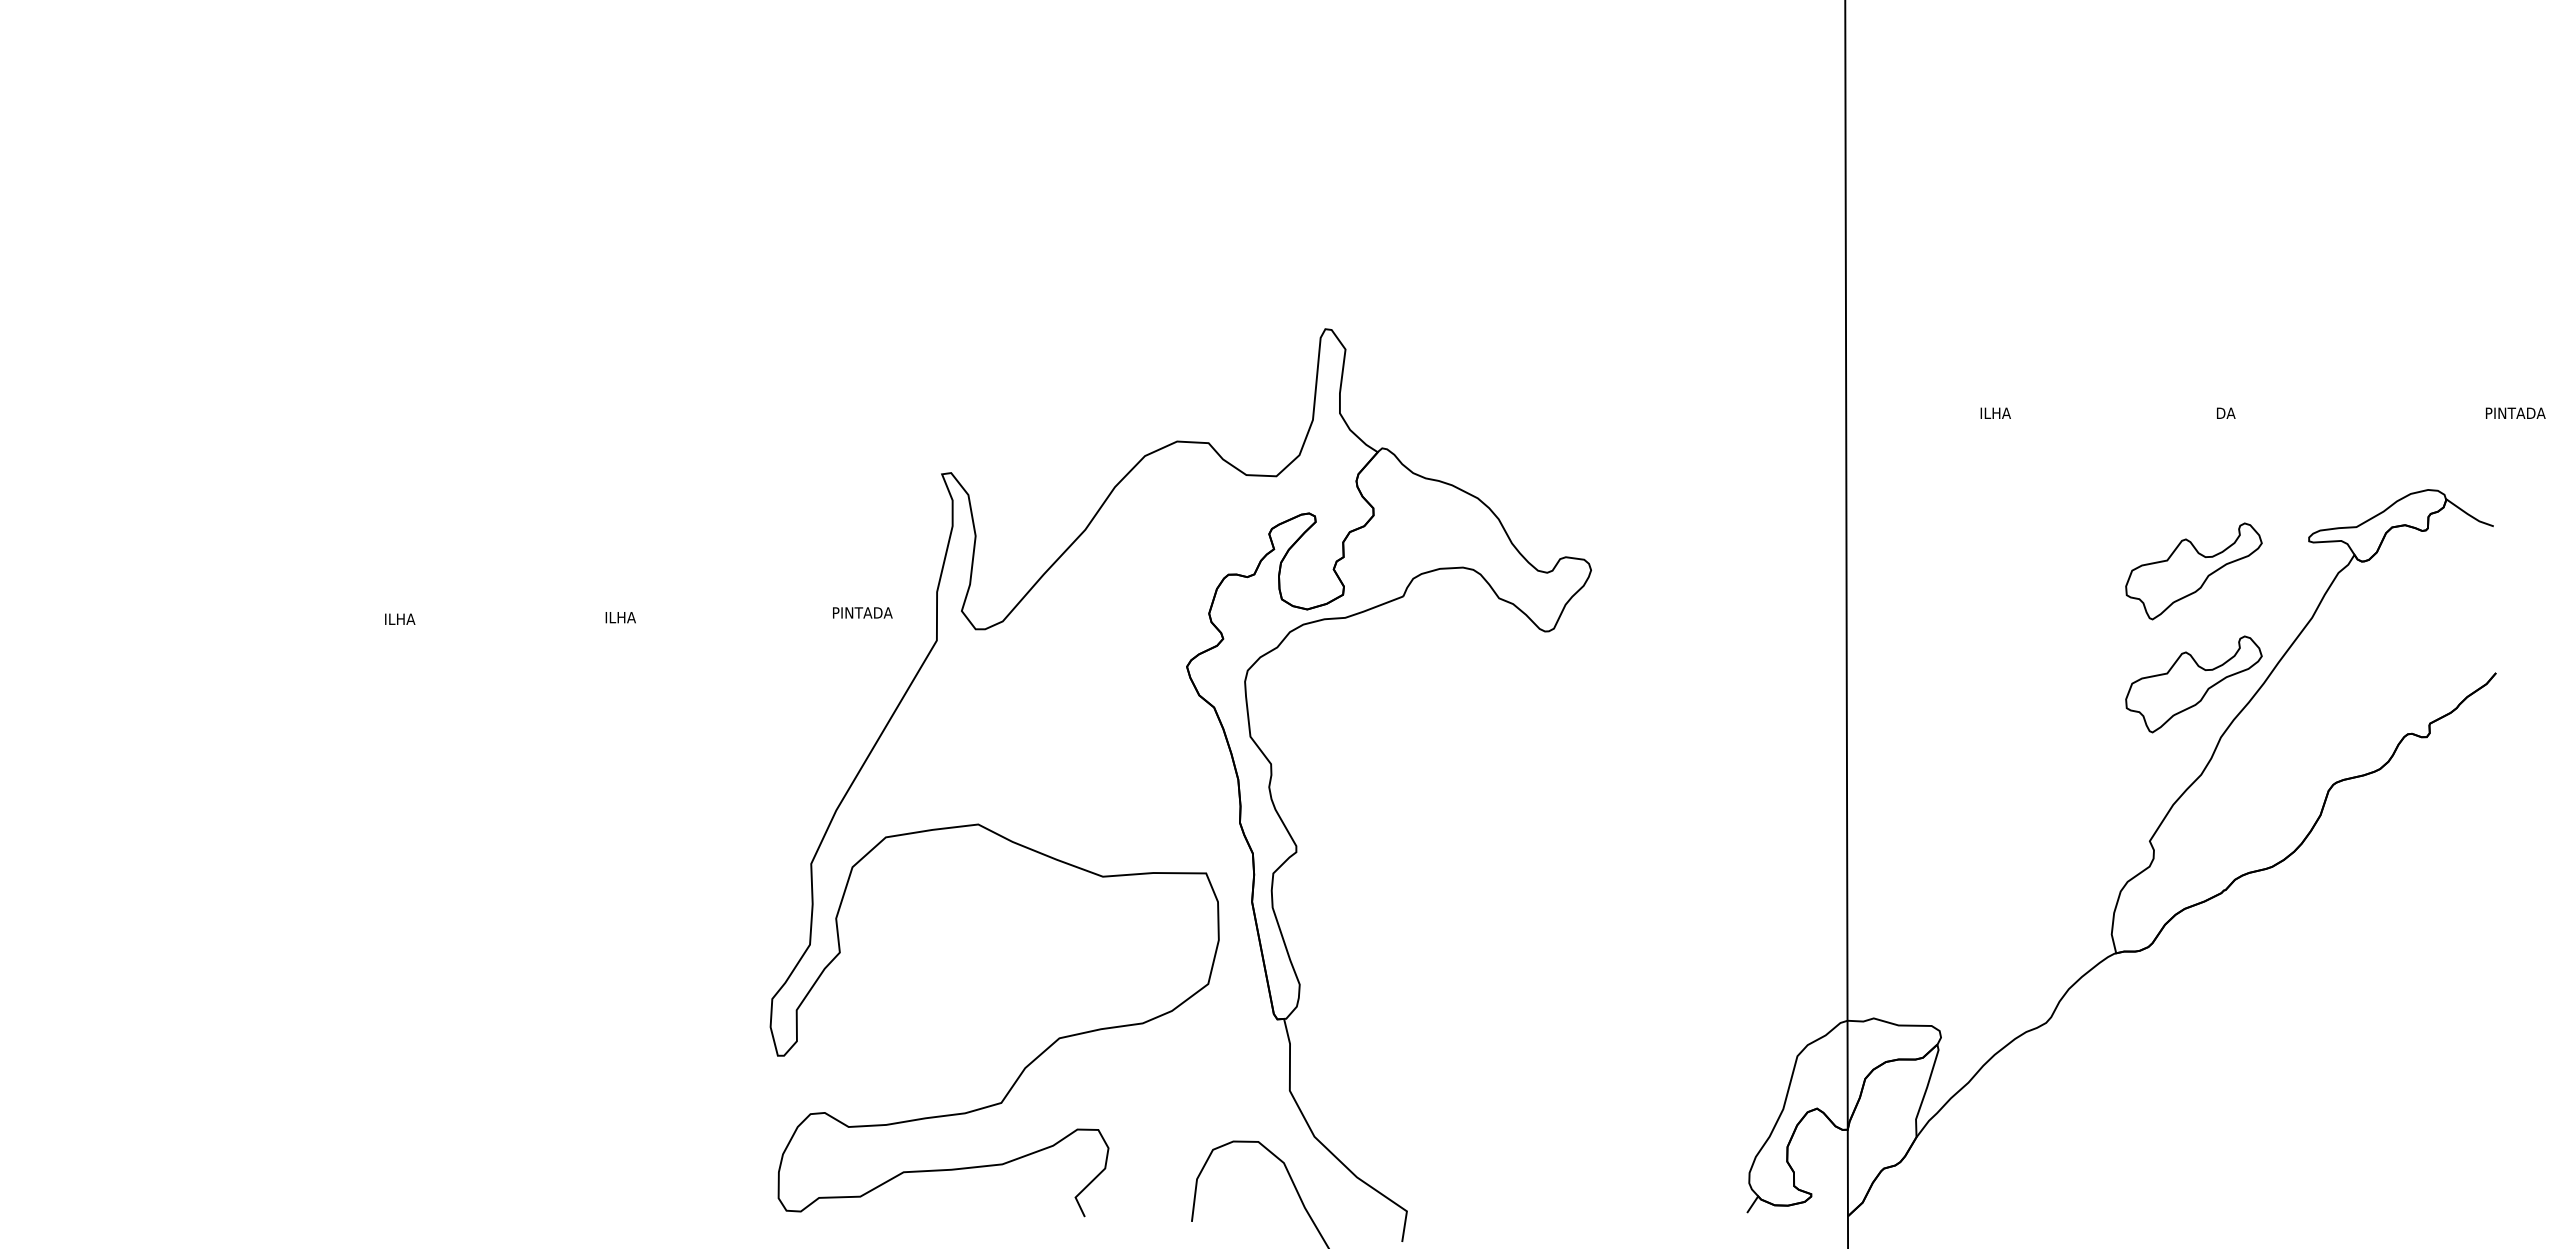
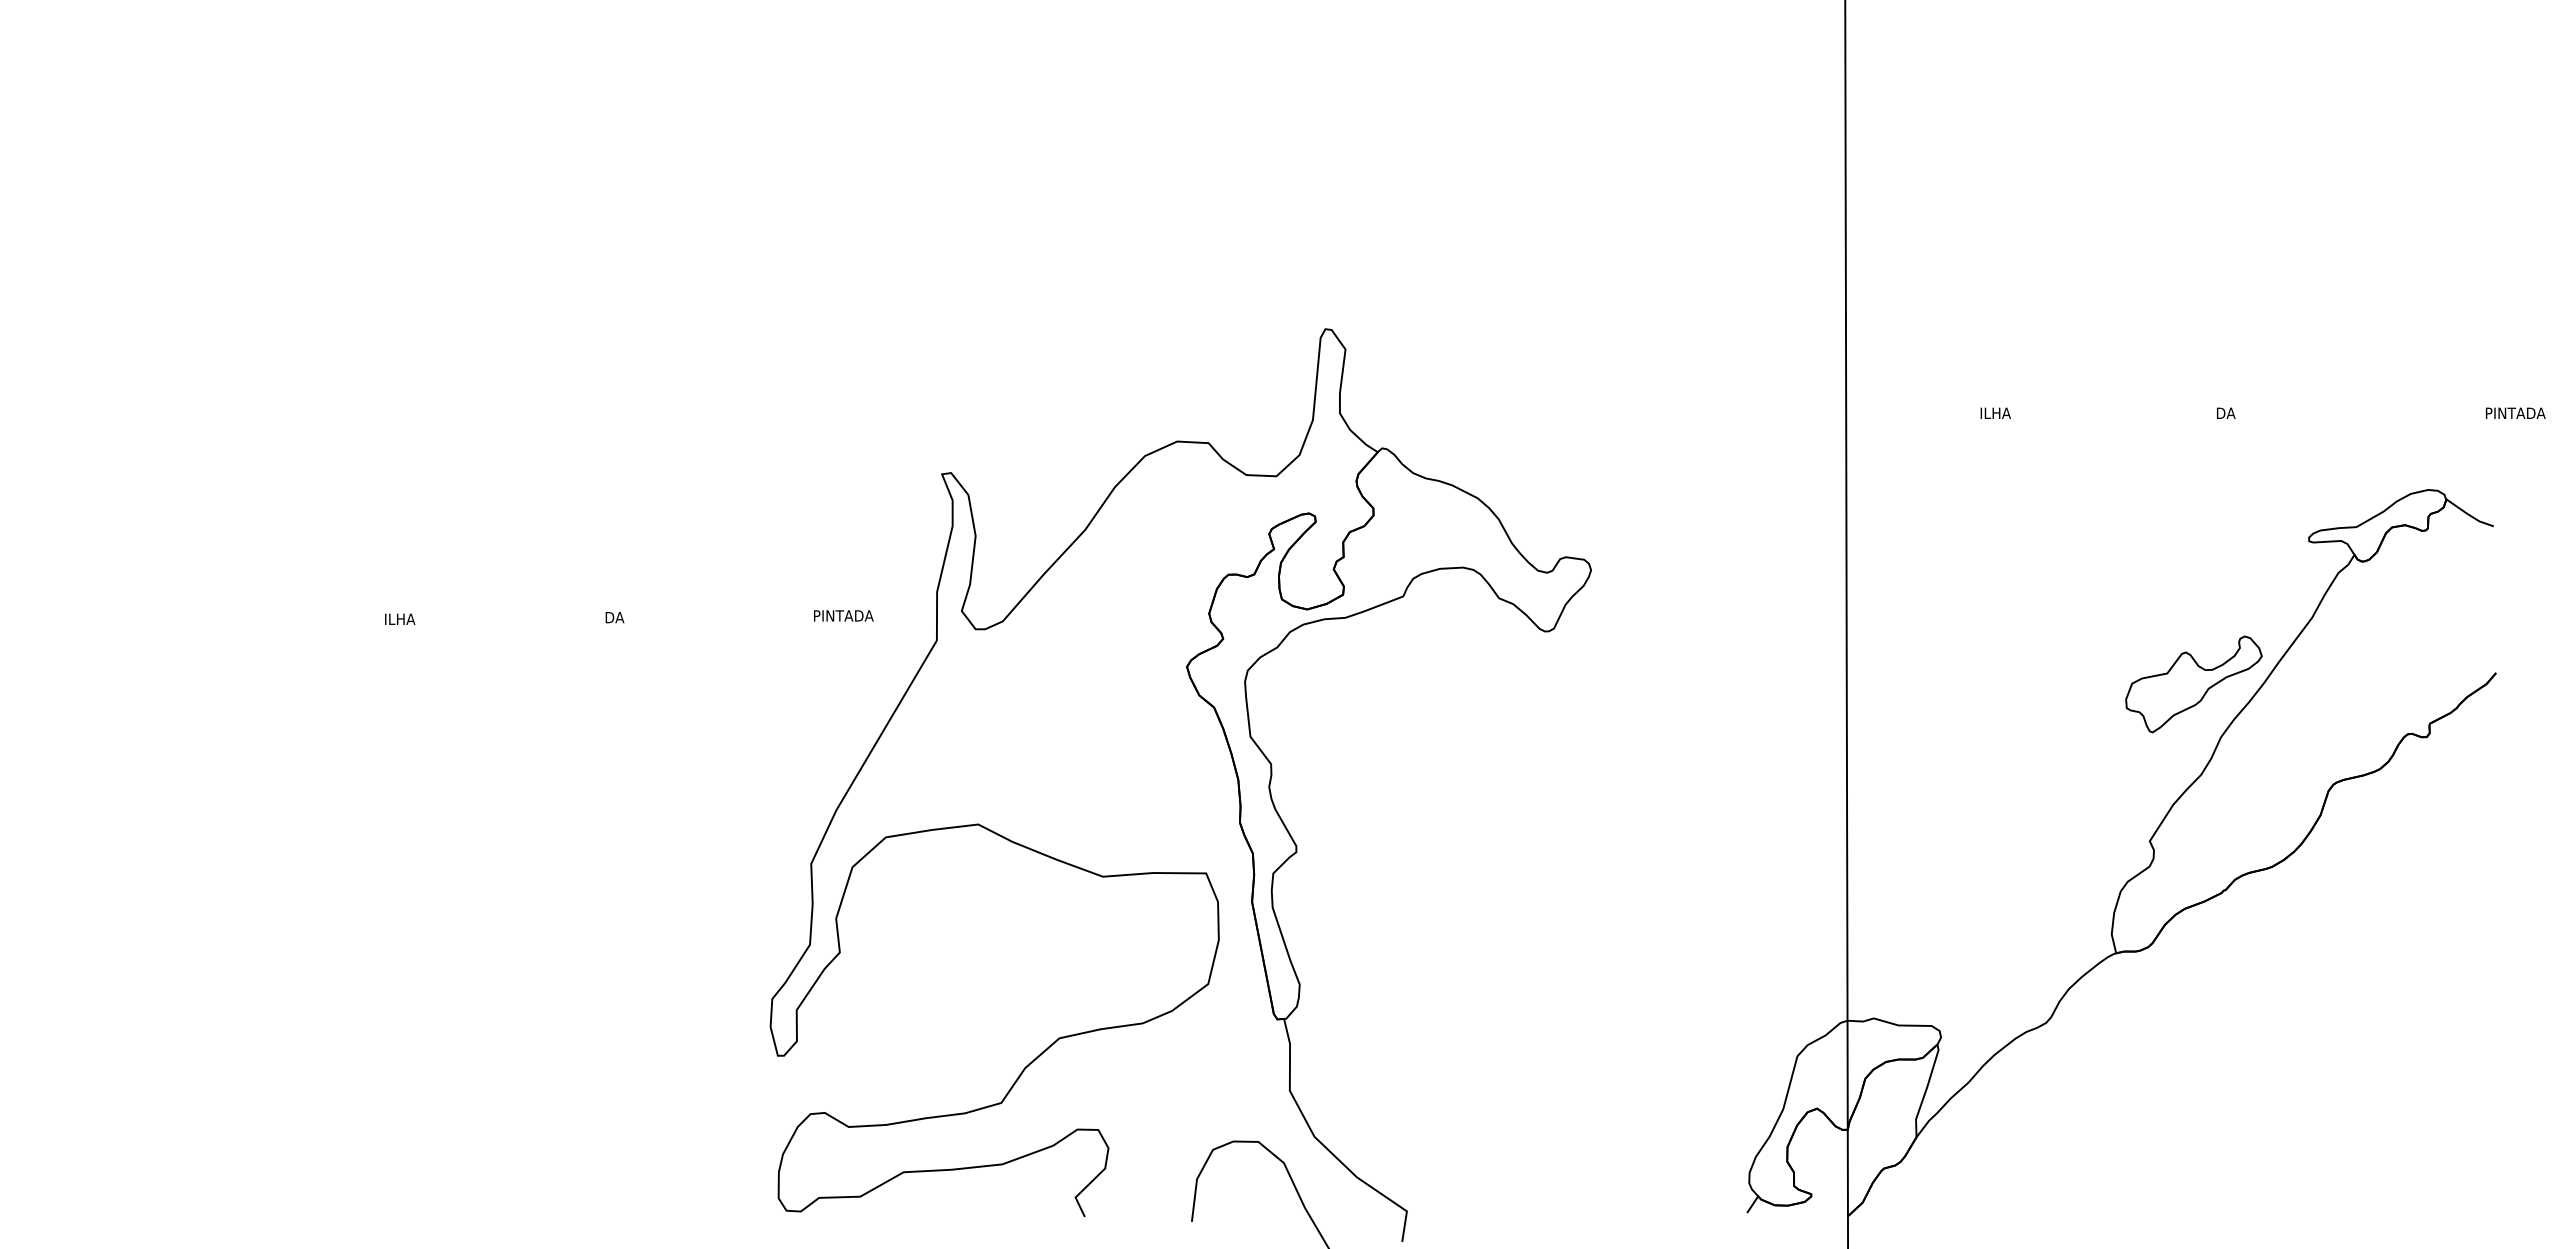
part at (2193, 571): present -> none
text at (862, 612) position: (862, 612) -> (843, 615)
text at (621, 617): ILHA -> DA
